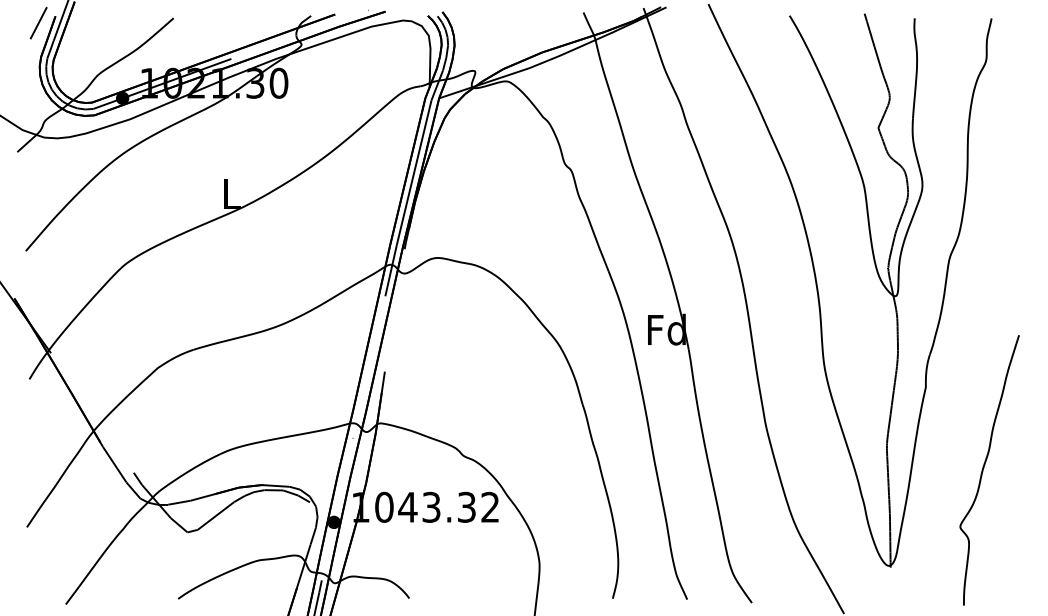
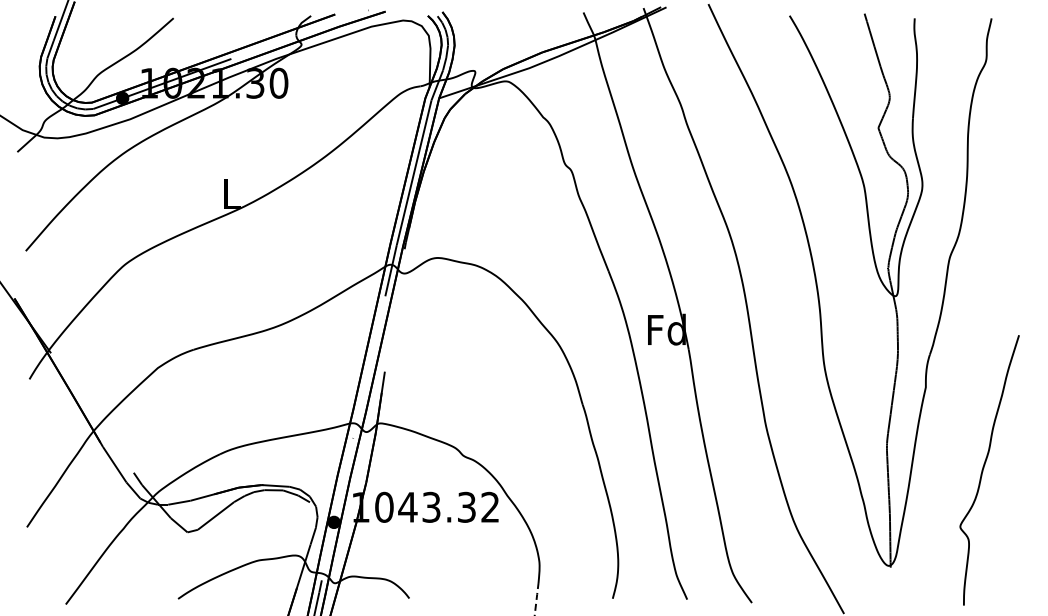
line at (38, 23): present -> none
line at (536, 598): solid -> dashed
